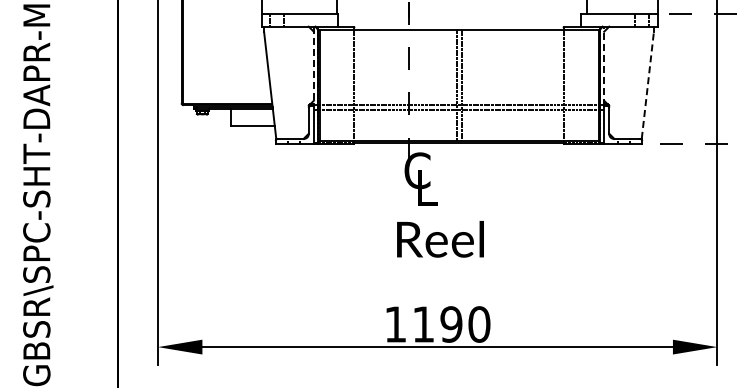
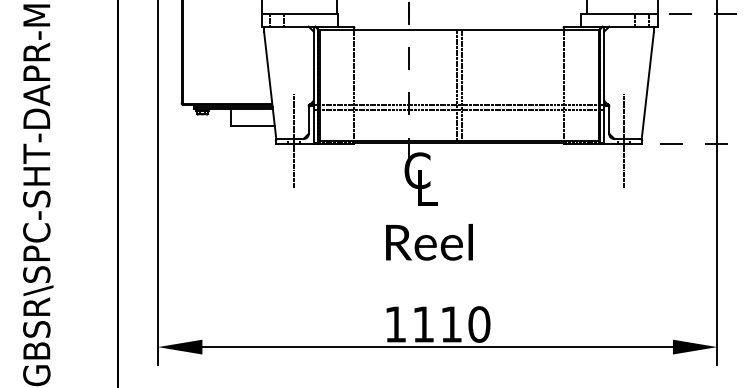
line at (313, 66): dashed -> solid
line at (604, 66): dashed -> solid
line at (647, 85): dashed -> solid
line at (294, 141): none -> present
line at (623, 141): none -> present
text at (440, 239) position: (440, 239) -> (429, 242)
text at (451, 324): 1190 -> 1110
